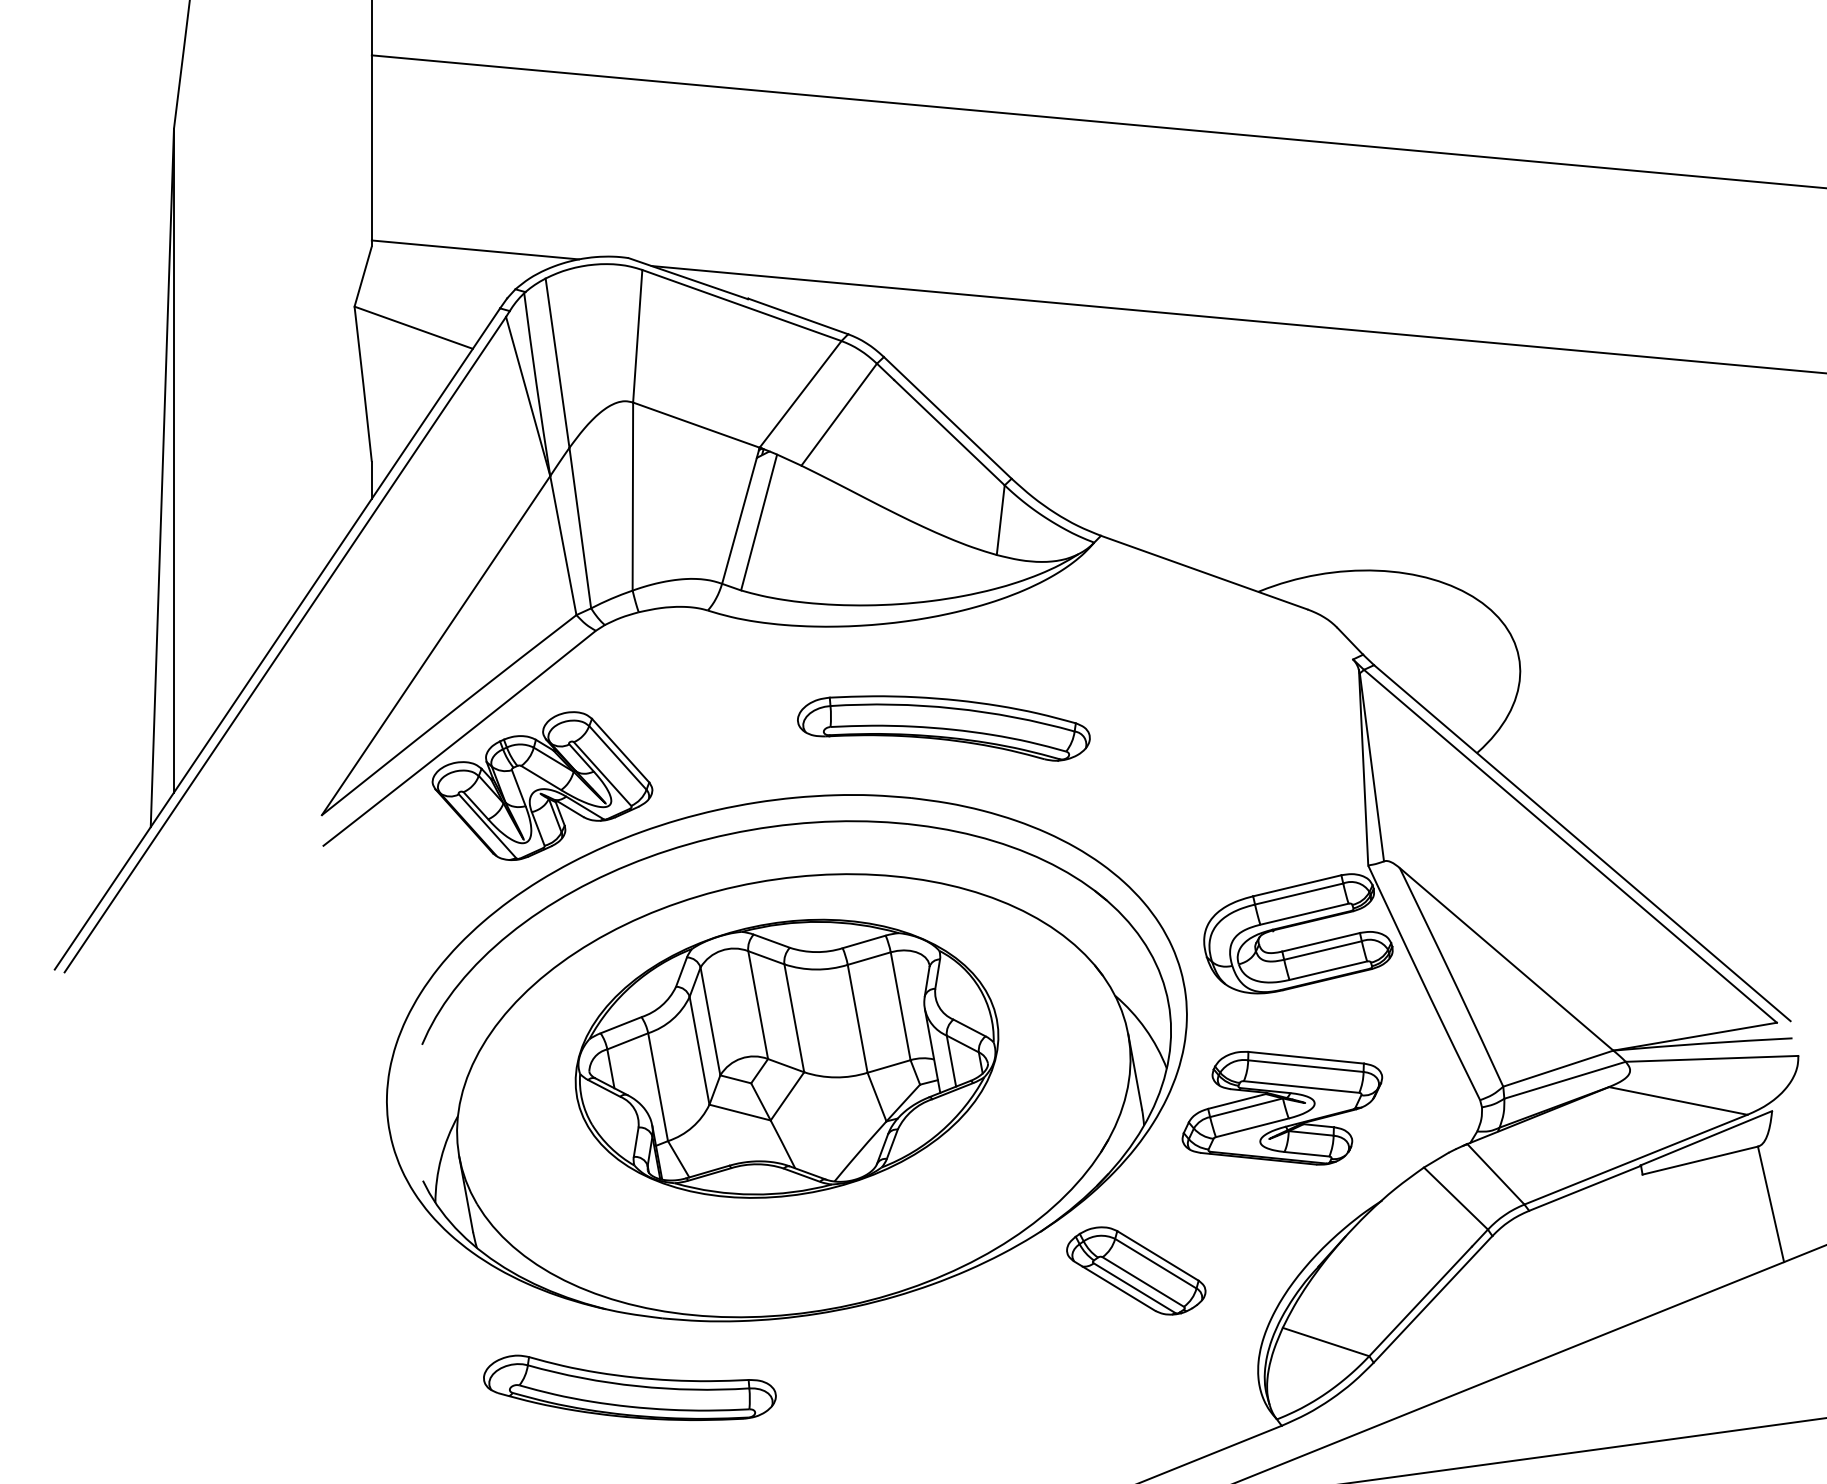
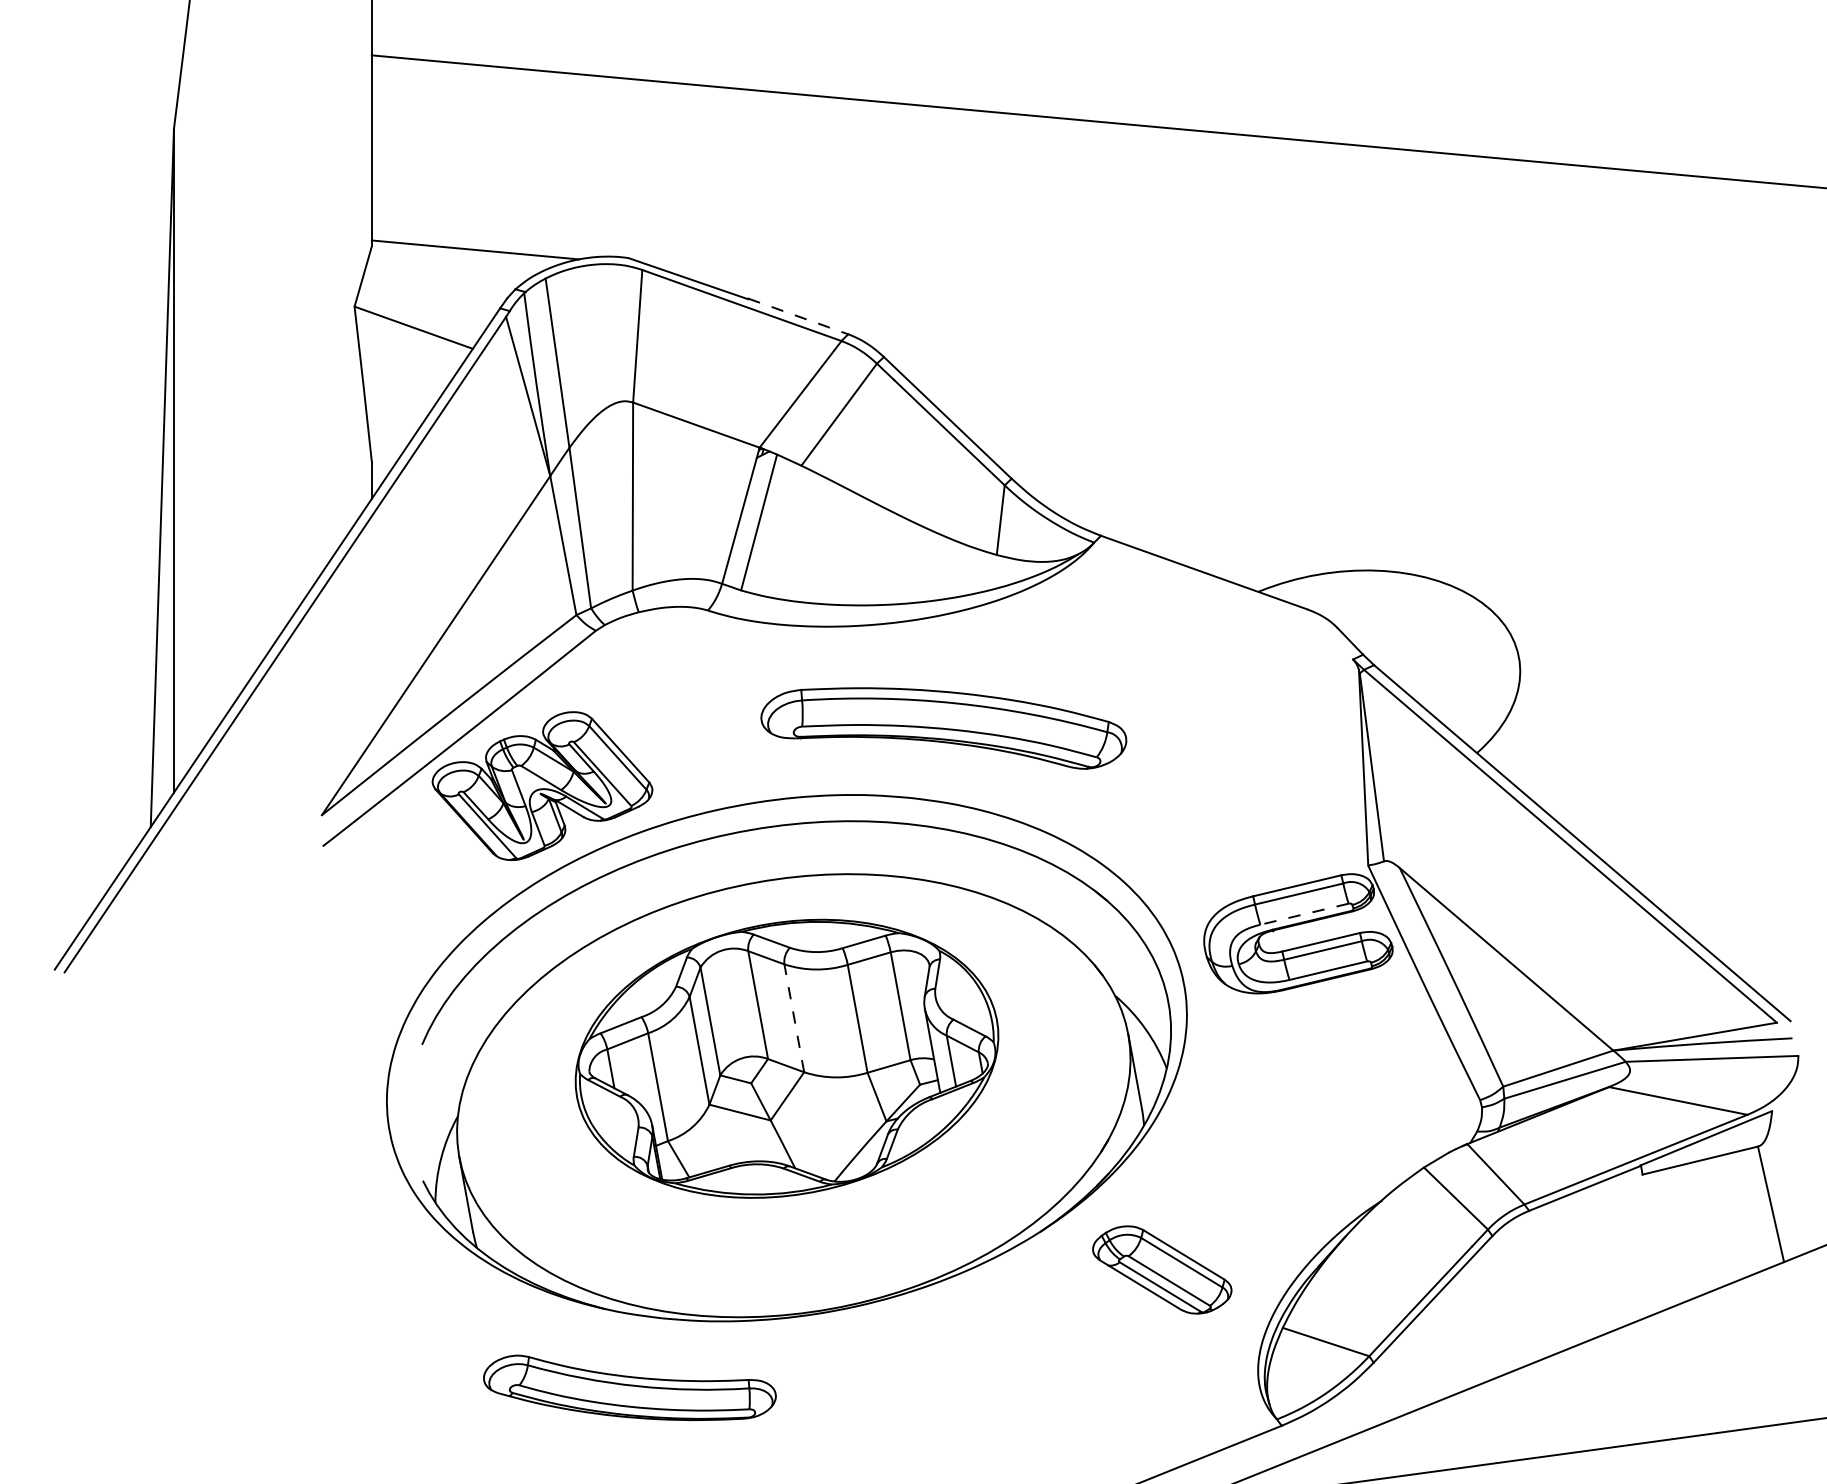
line at (798, 316): solid -> dashed
line at (1237, 319): present -> none
part at (943, 728) size: 294x67 px -> 368x83 px
line at (1303, 914): solid -> dashed
line at (794, 1018): solid -> dashed
part at (1282, 1107): present -> none
part at (1136, 1270) position: (1136, 1270) -> (1162, 1269)
